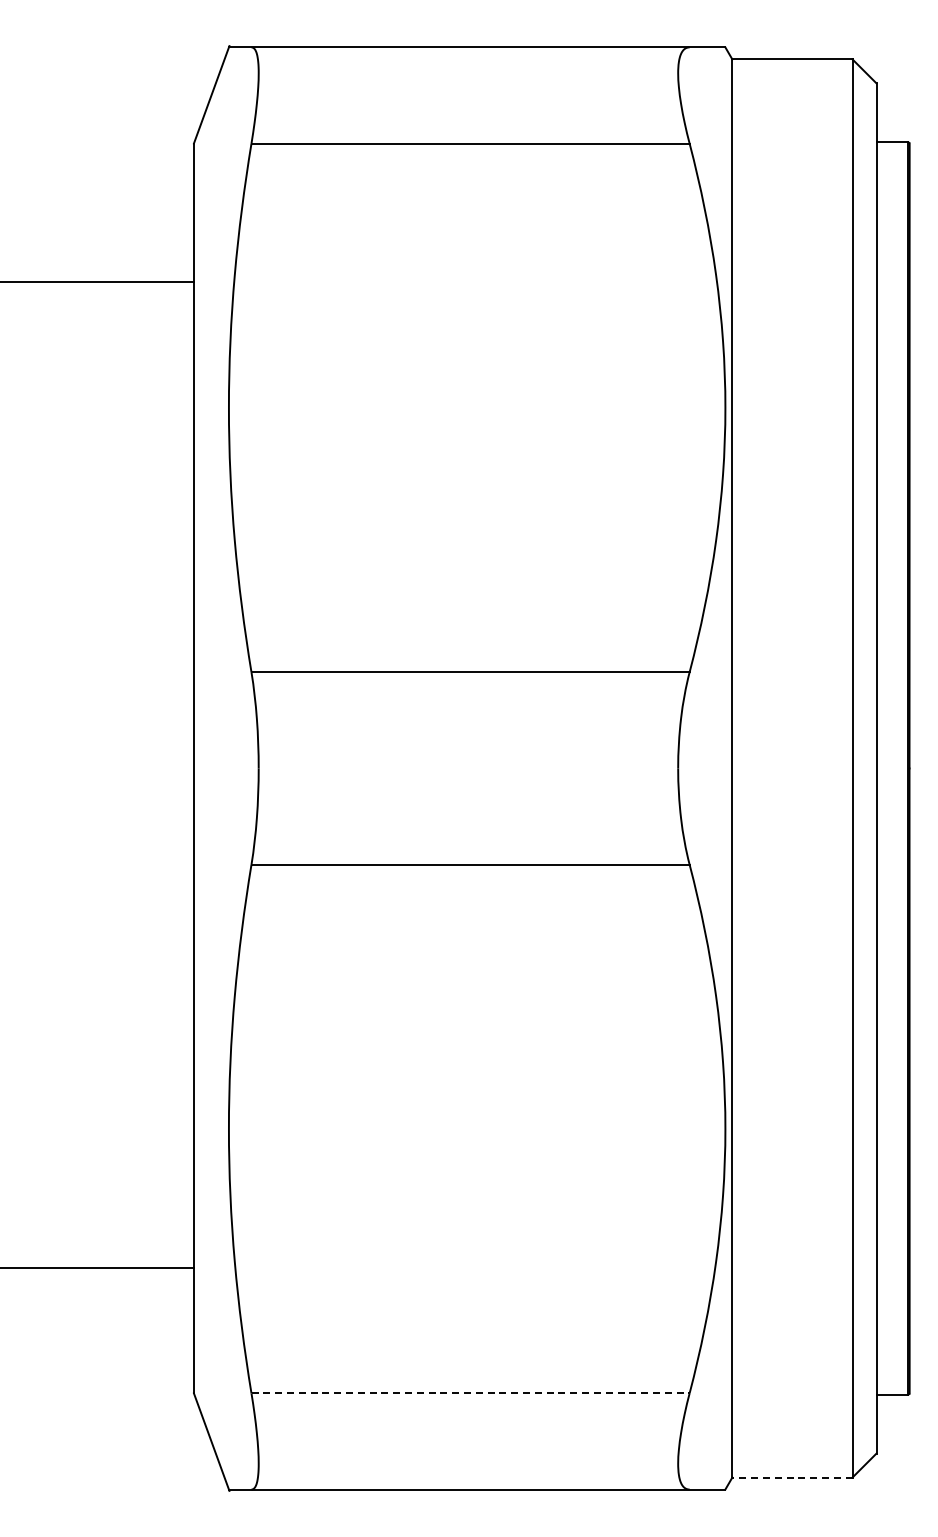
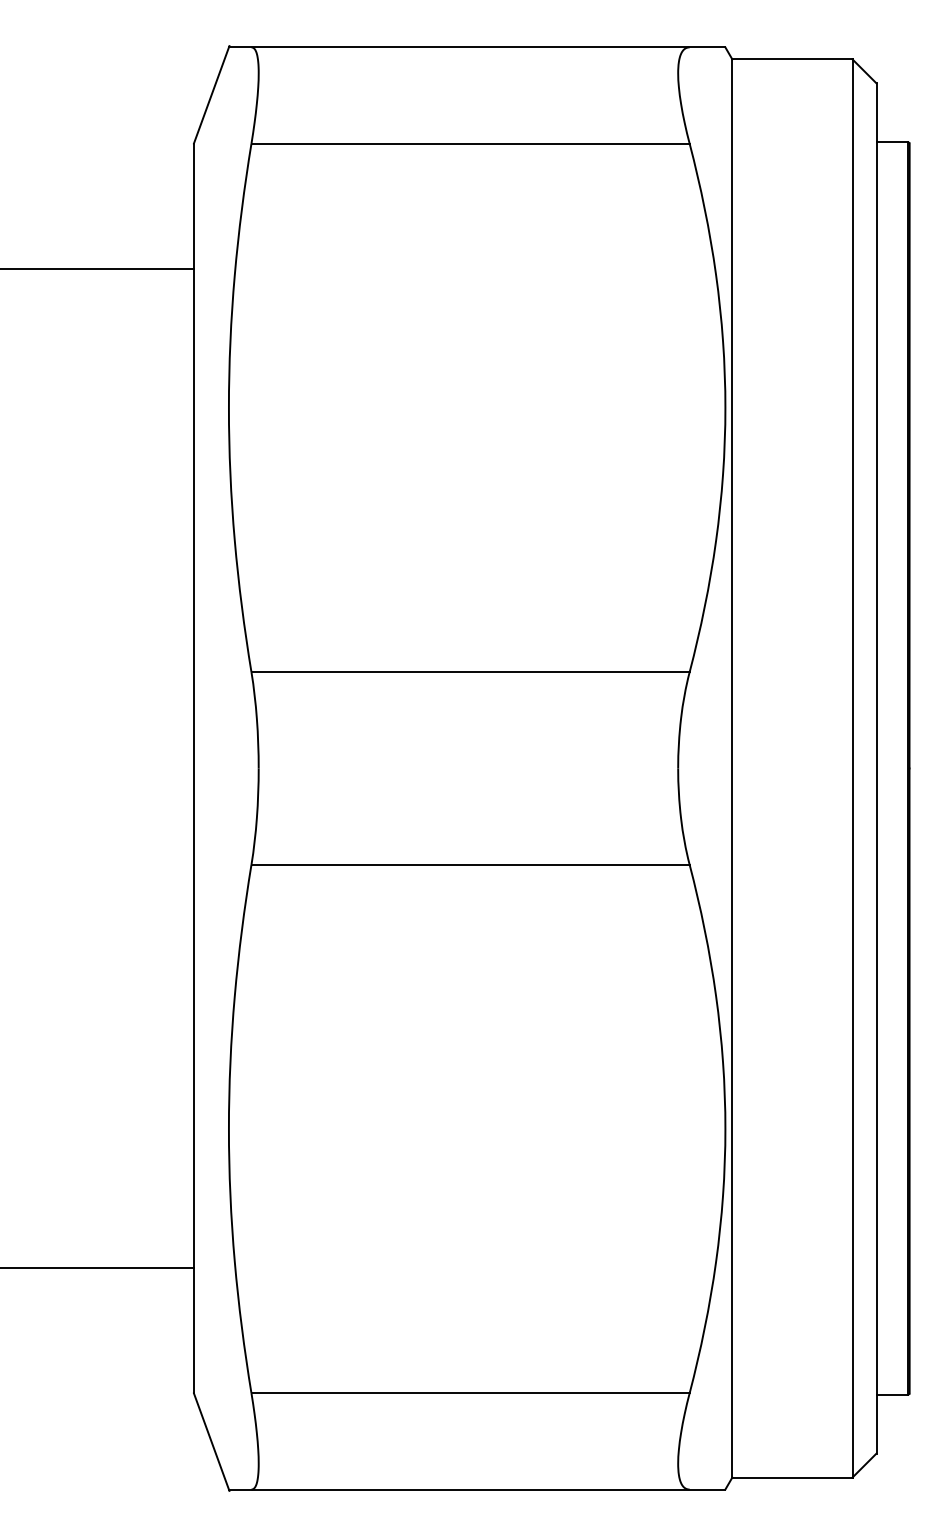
line at (97, 281) position: (97, 281) -> (97, 268)
line at (471, 1393): dashed -> solid
line at (791, 1477): dashed -> solid
